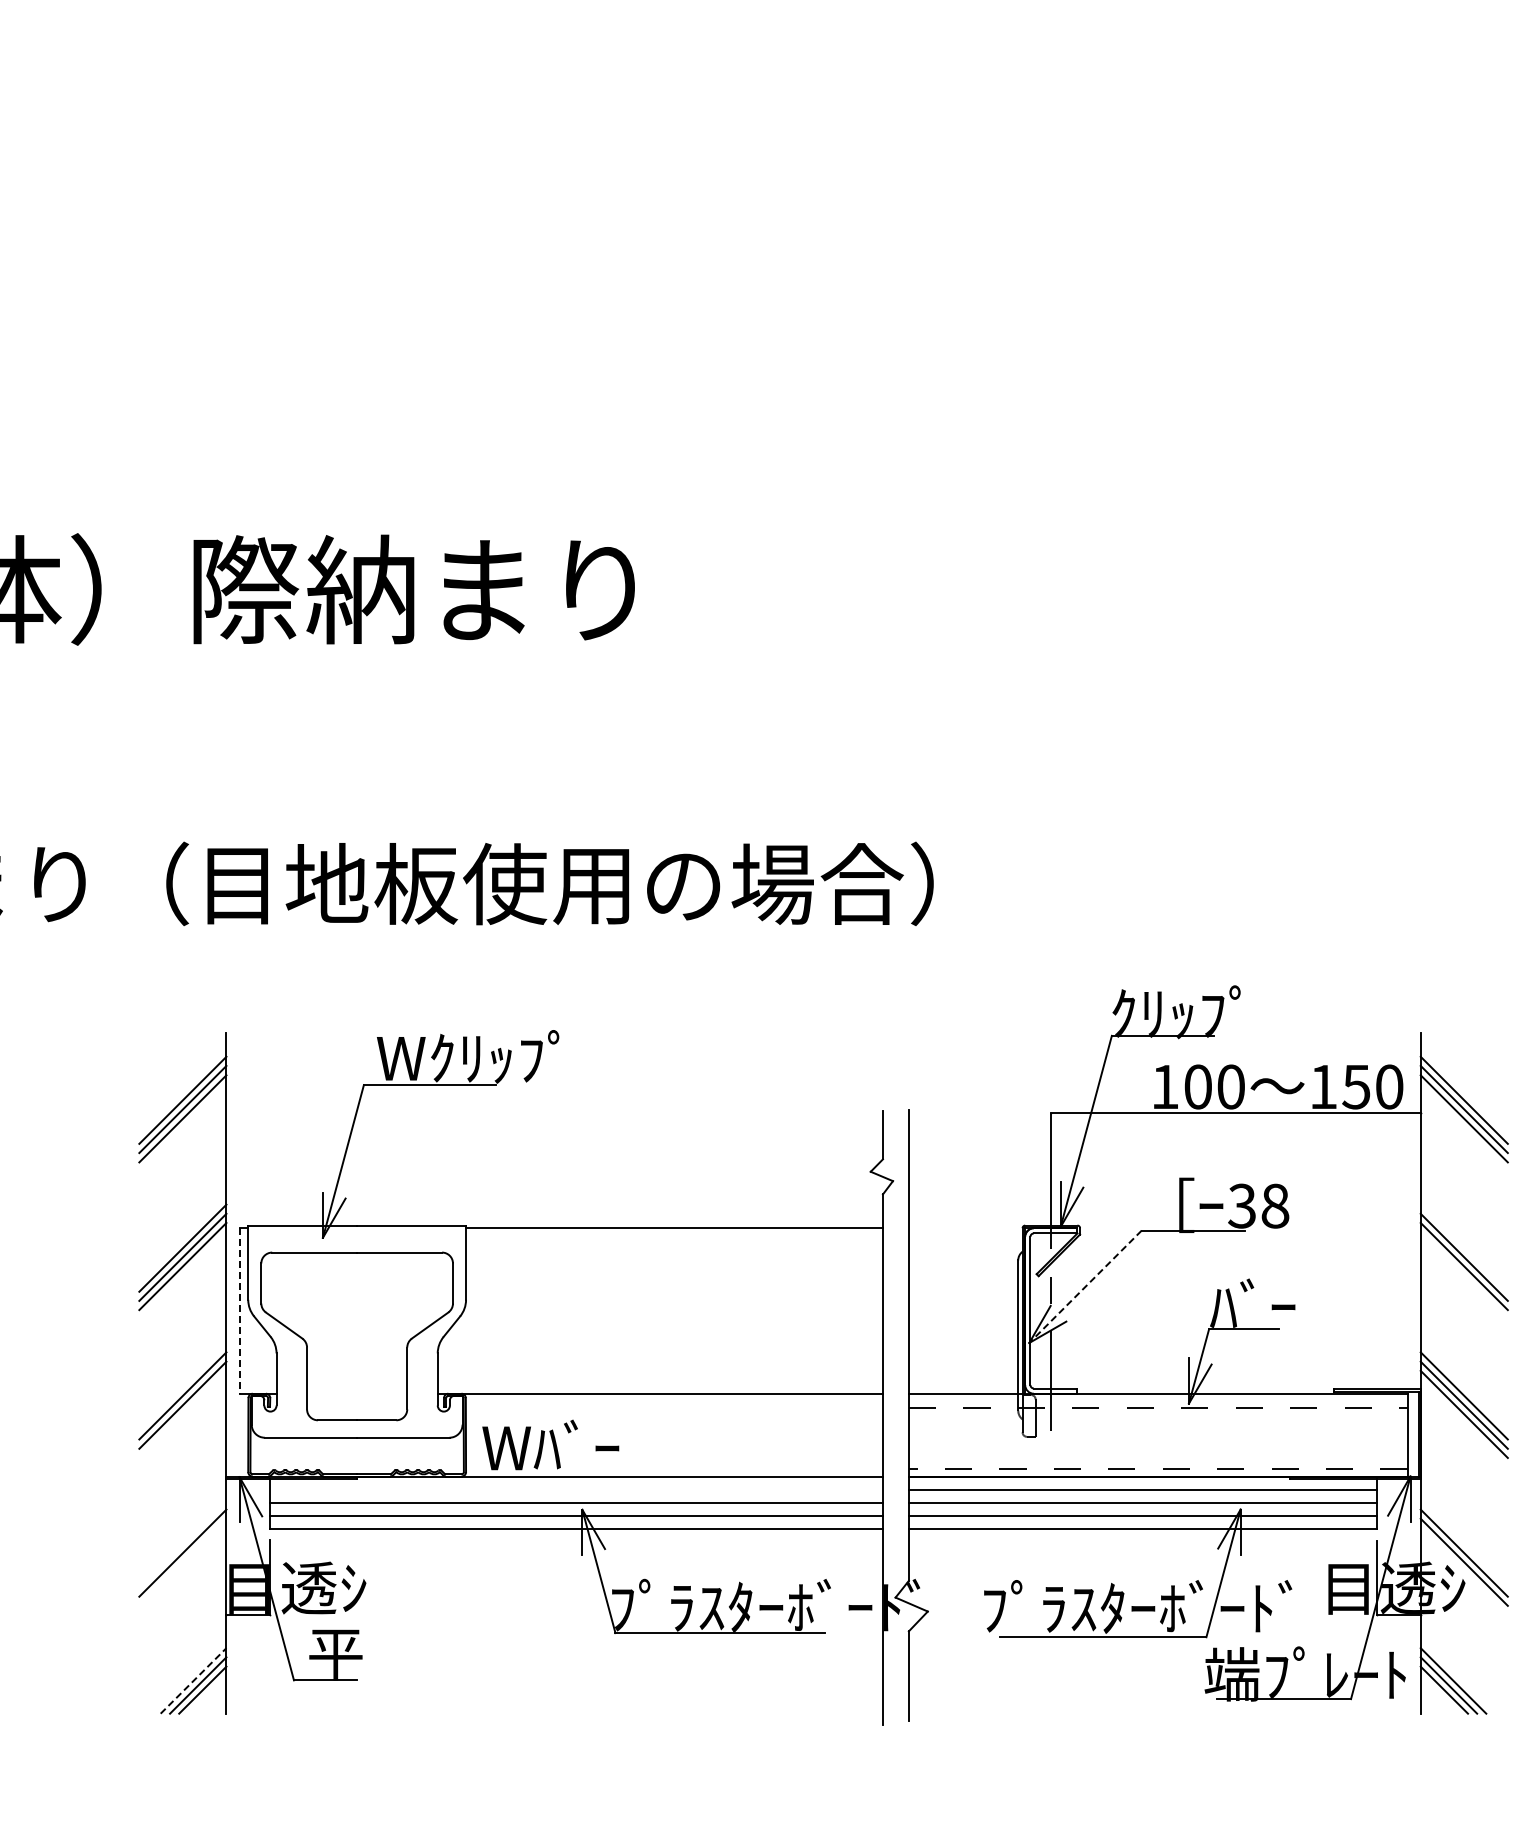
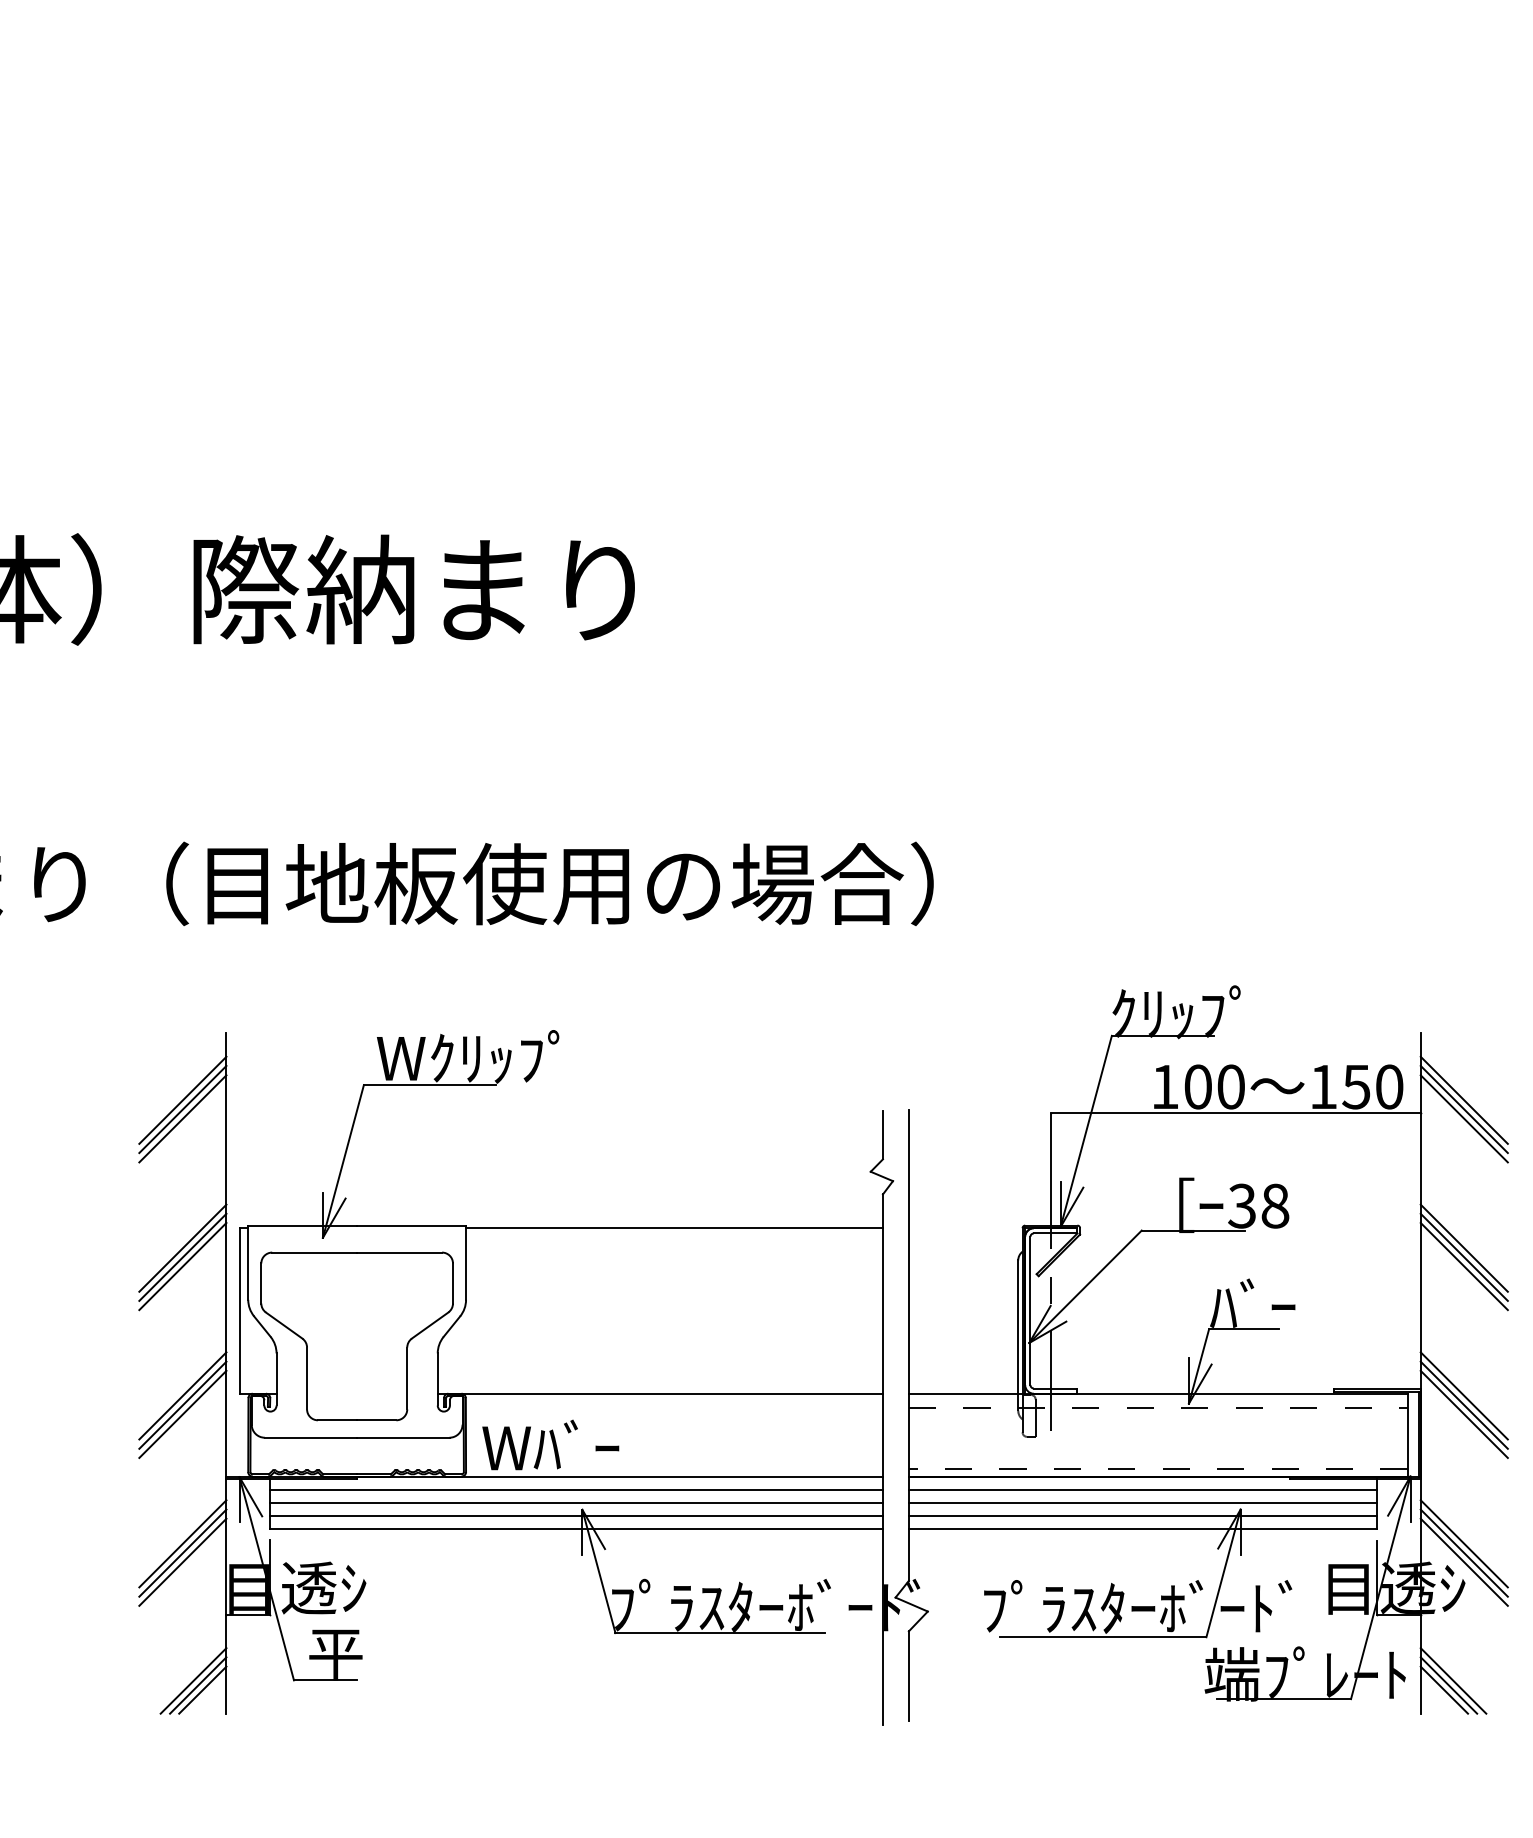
line at (1463, 1247): none -> present
line at (1085, 1287): dashed -> solid
line at (239, 1310): dashed -> solid
line at (182, 1413): none -> present
line at (576, 1489): none -> present
line at (182, 1543): none -> present
line at (1463, 1543): none -> present
line at (182, 1561): none -> present
line at (193, 1680): dashed -> solid
